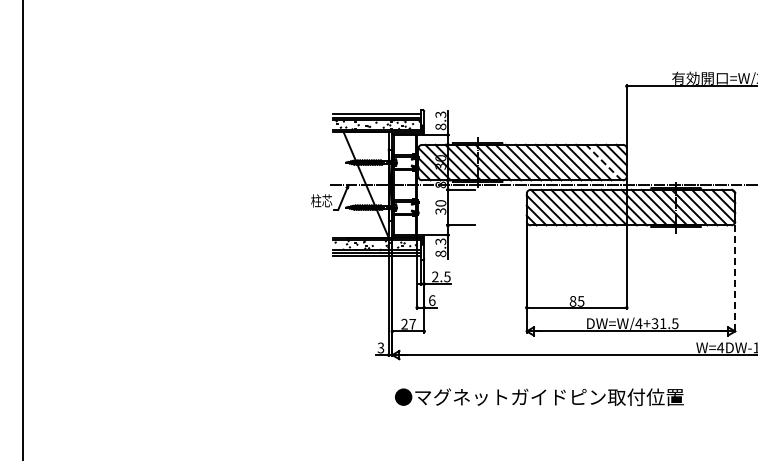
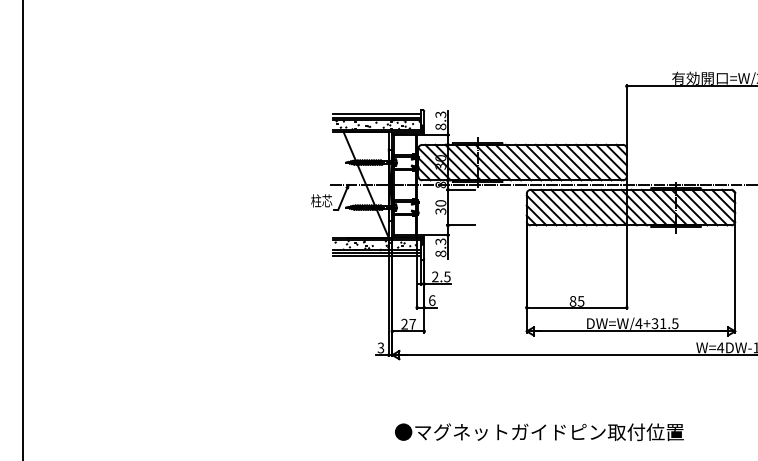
line at (603, 162): dashed -> solid
line at (735, 278): dashed -> solid
text at (539, 397) position: (539, 397) -> (539, 432)
